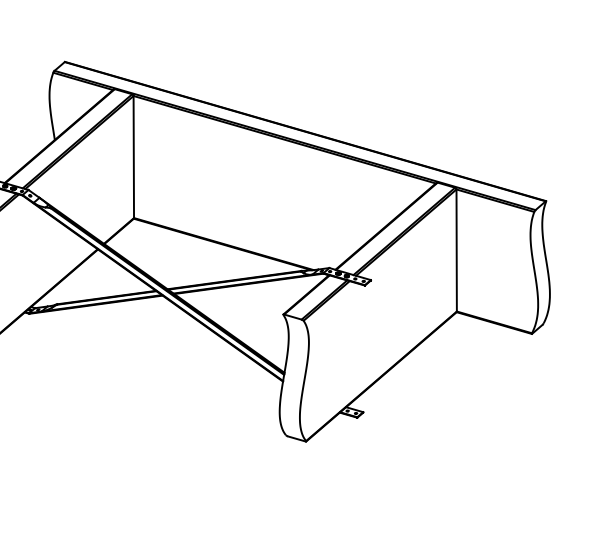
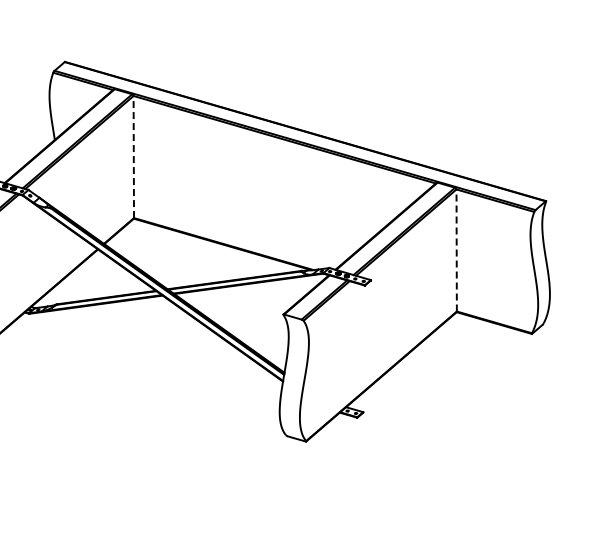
line at (133, 156): solid -> dashed
line at (456, 250): solid -> dashed
